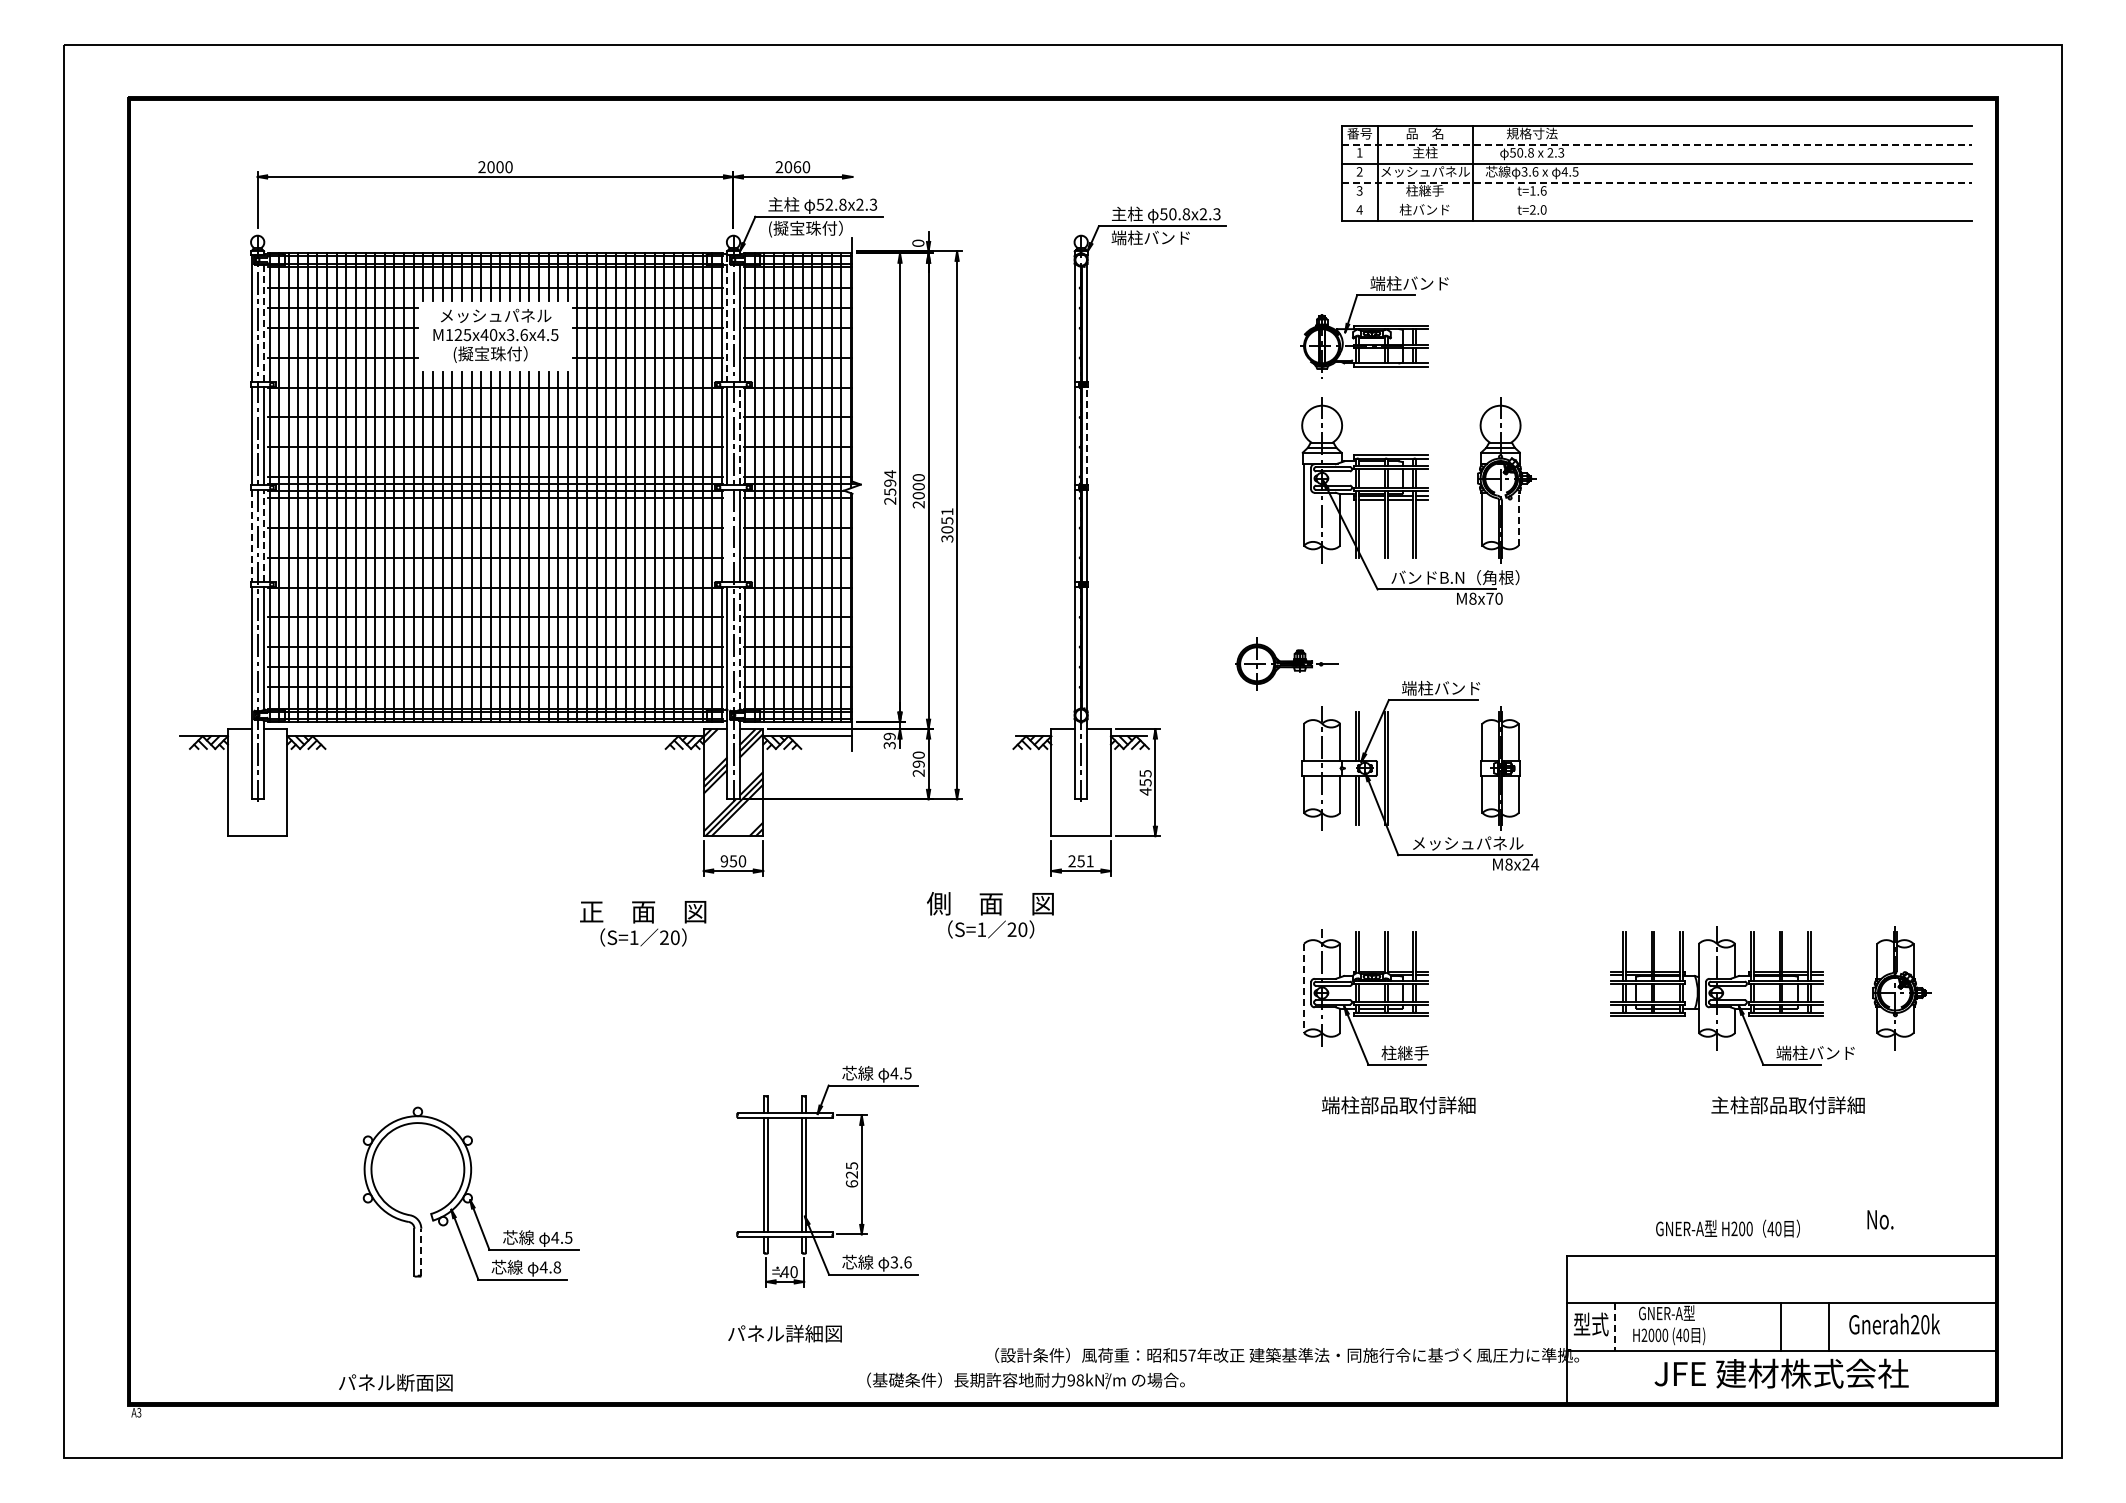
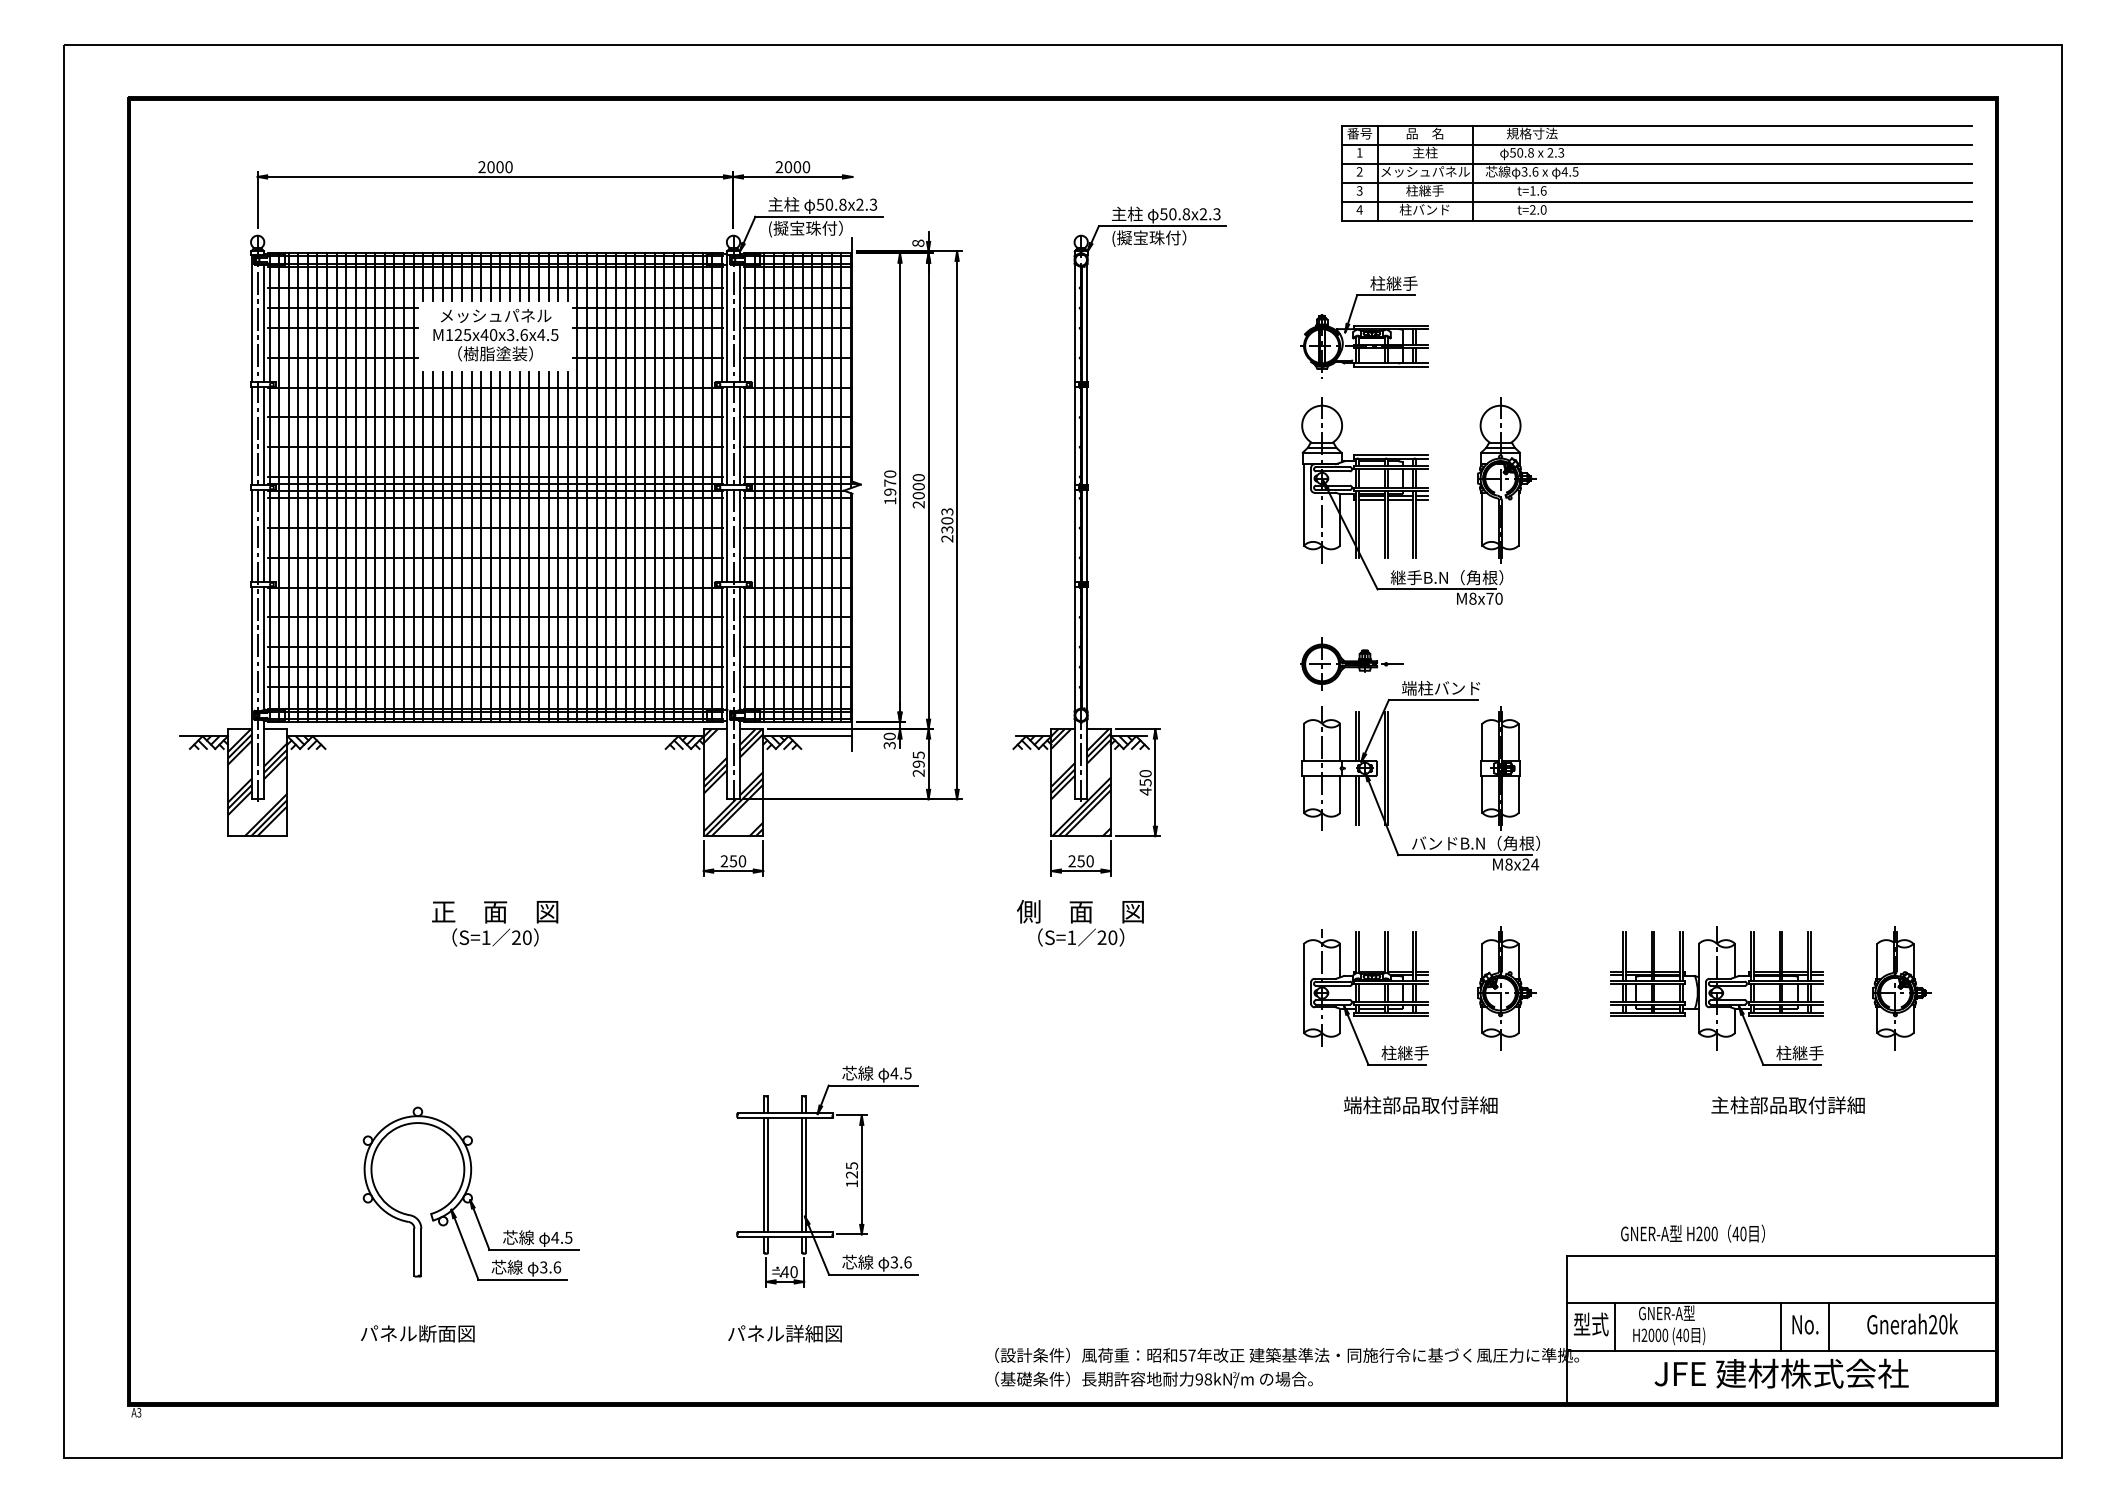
line at (1657, 144): dashed -> solid
text at (797, 167): 2060 -> 2000
line at (1657, 182): dashed -> solid
line at (1656, 201): none -> present
text at (829, 204): 52.8x2.3 -> 50.8x2.3
text at (1150, 238): 端柱バンド -> (擬宝珠付）
text at (918, 242): 0 -> 8
text at (1409, 283): 端柱バンド -> 柱継手
line at (727, 318): dashed -> solid
line at (263, 323): dashed -> solid
text at (492, 354): (擬宝珠付） -> （樹脂塗装）
line at (739, 435): dashed -> solid
line at (1087, 435): dashed -> solid
text at (890, 487): 2594 -> 1970
line at (1518, 517): dashed -> solid
text at (947, 525): 3051 -> 2303
line at (251, 536): dashed -> solid
line at (263, 536): dashed -> solid
line at (727, 536): none -> present
text at (1454, 577): バンドB.N（角根） -> 継手B.N（角根）
line at (739, 648): dashed -> solid
part at (1286, 663) position: (1286, 663) -> (1351, 663)
text at (889, 736): 39 -> 30
text at (918, 754): 290 -> 295
text at (1145, 773): 455 -> 450
hatch at (257, 782): none -> present
hatch at (1080, 782): none -> present
text at (1475, 842): メッシュパネル -> バンドB.N（角根）
text at (724, 861): 950 -> 250
text at (1089, 861): 251 -> 250
text at (990, 915) position: (990, 915) -> (1080, 923)
text at (643, 923) position: (643, 923) -> (495, 923)
line at (1304, 988): dashed -> solid
part at (1506, 988): none -> present
text at (1815, 1052): 端柱バンド -> 柱継手
text at (1398, 1105) position: (1398, 1105) -> (1420, 1105)
text at (851, 1183): 625 -> 125
text at (1880, 1219) position: (1880, 1219) -> (1805, 1324)
text at (1727, 1228) position: (1727, 1228) -> (1692, 1233)
line at (421, 1252): dashed -> solid
text at (550, 1267): 4.8 -> 3.6
text at (1894, 1323) position: (1894, 1323) -> (1912, 1323)
line at (1614, 1327): dashed -> solid
text at (1025, 1380) position: (1025, 1380) -> (1153, 1379)
text at (395, 1382) position: (395, 1382) -> (417, 1333)
